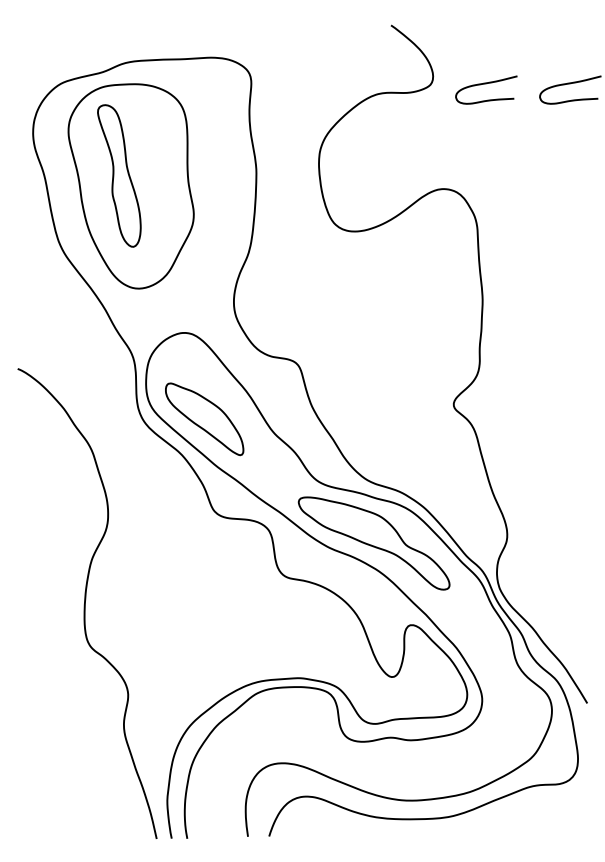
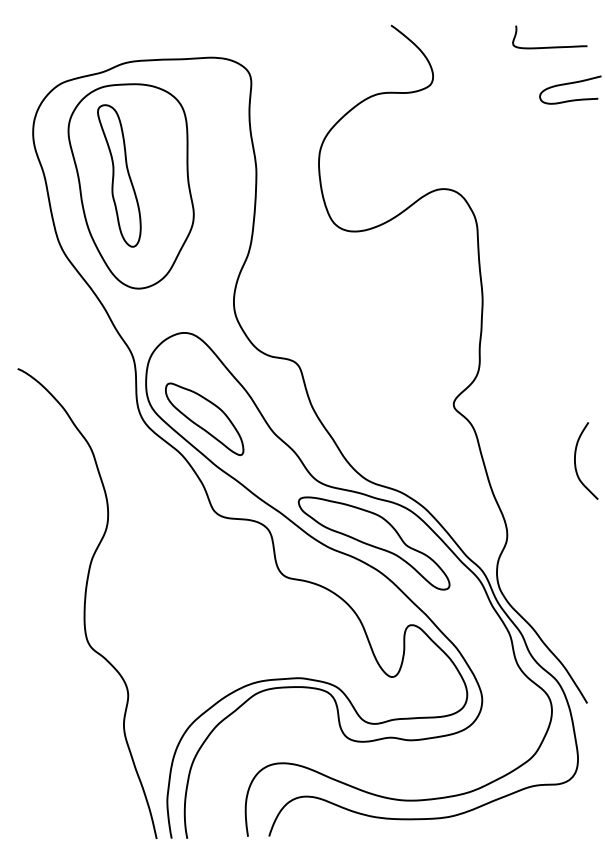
curve at (549, 46): none -> present
curve at (486, 84): present -> none
curve at (576, 464): none -> present
